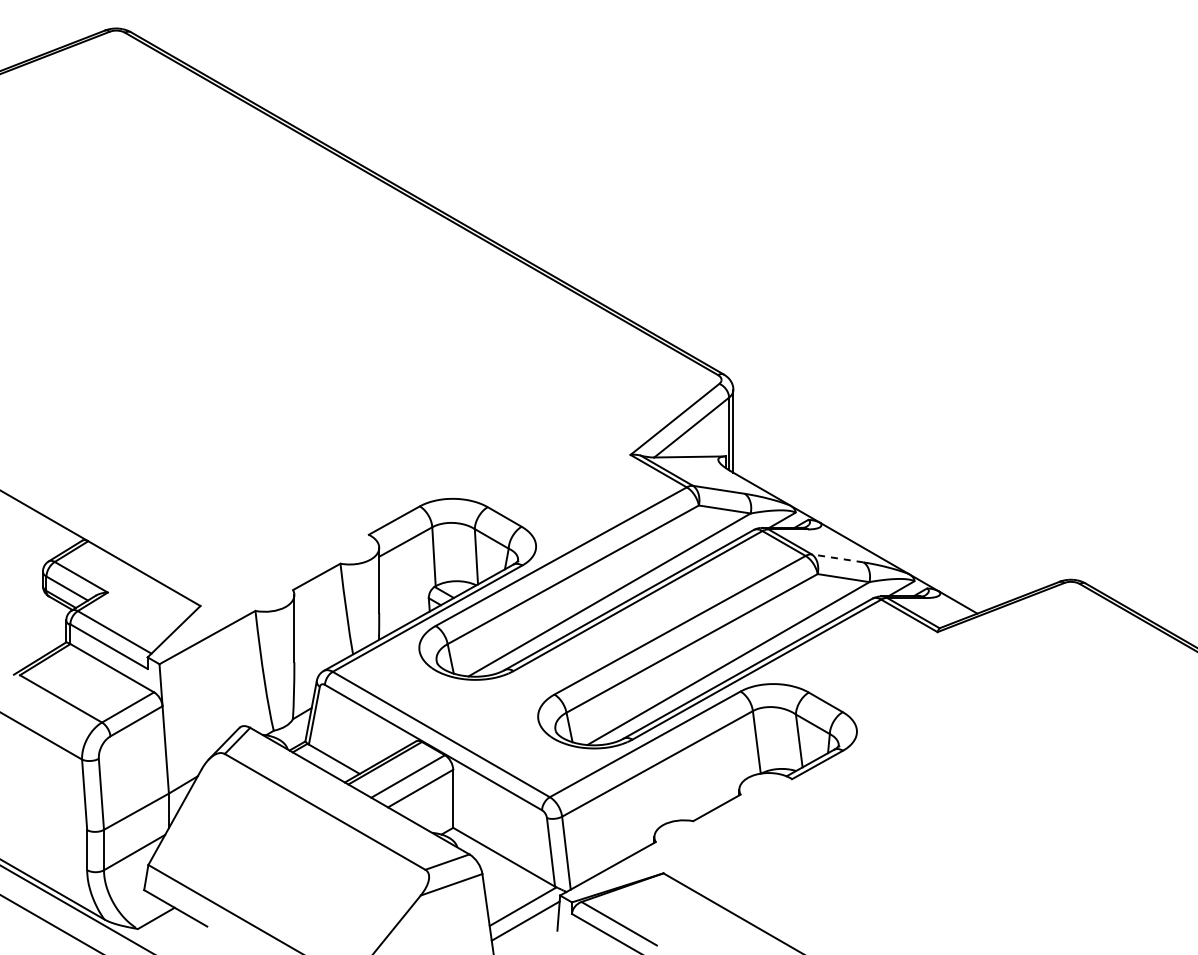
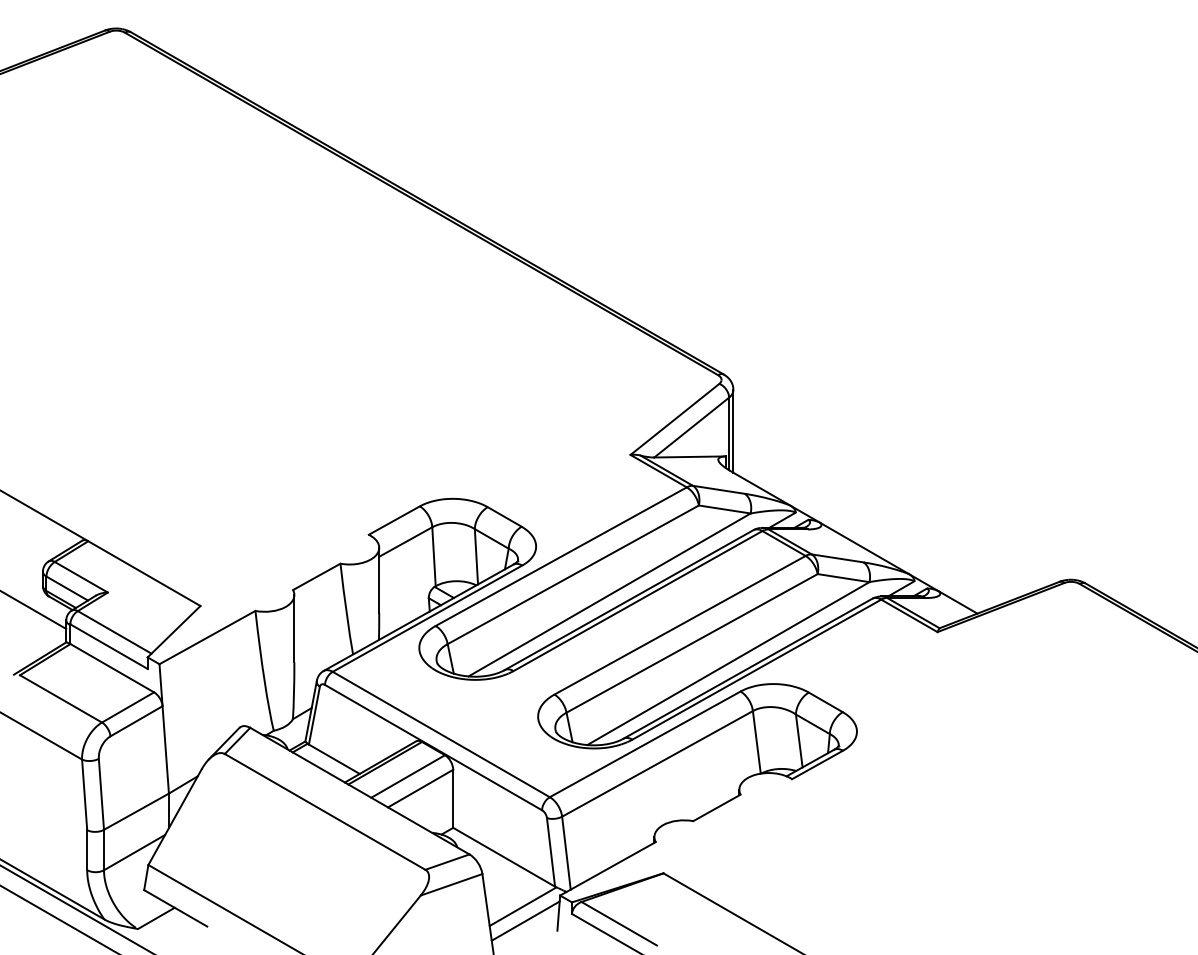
line at (837, 558): dashed -> solid
line at (34, 610): none -> present
line at (50, 923) position: (50, 923) -> (58, 918)
